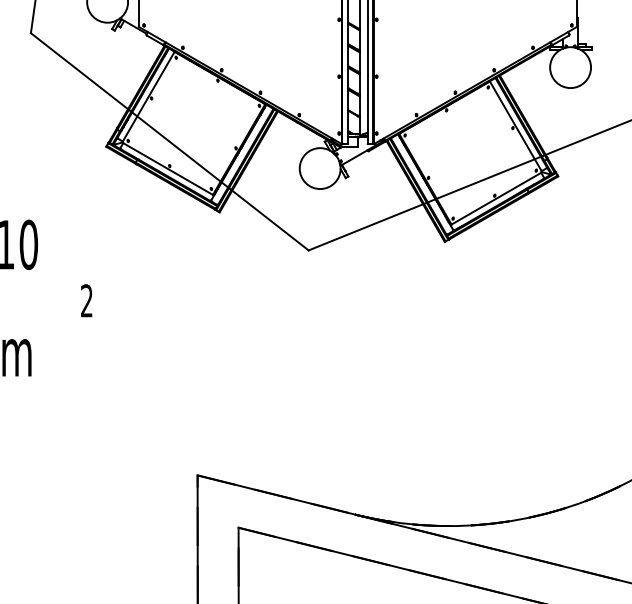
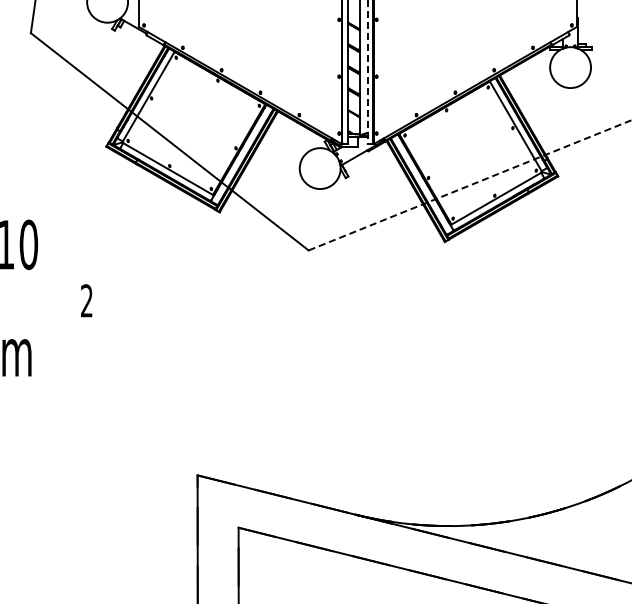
line at (367, 72): solid -> dashed
line at (470, 185): solid -> dashed
